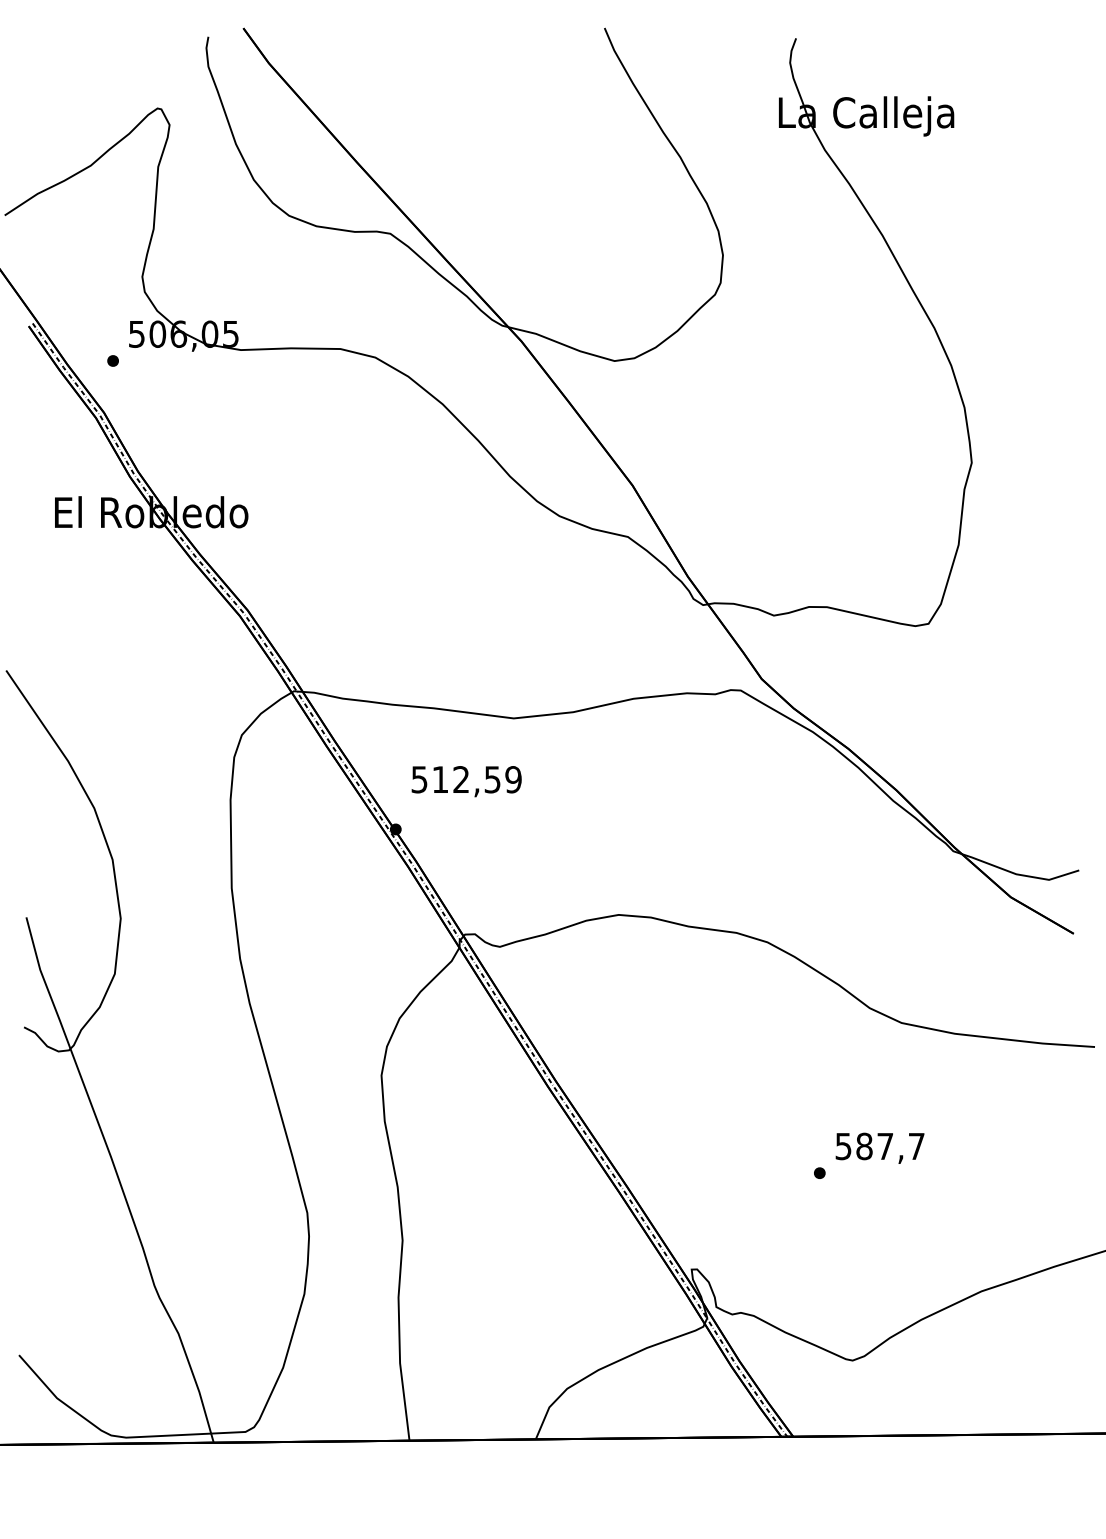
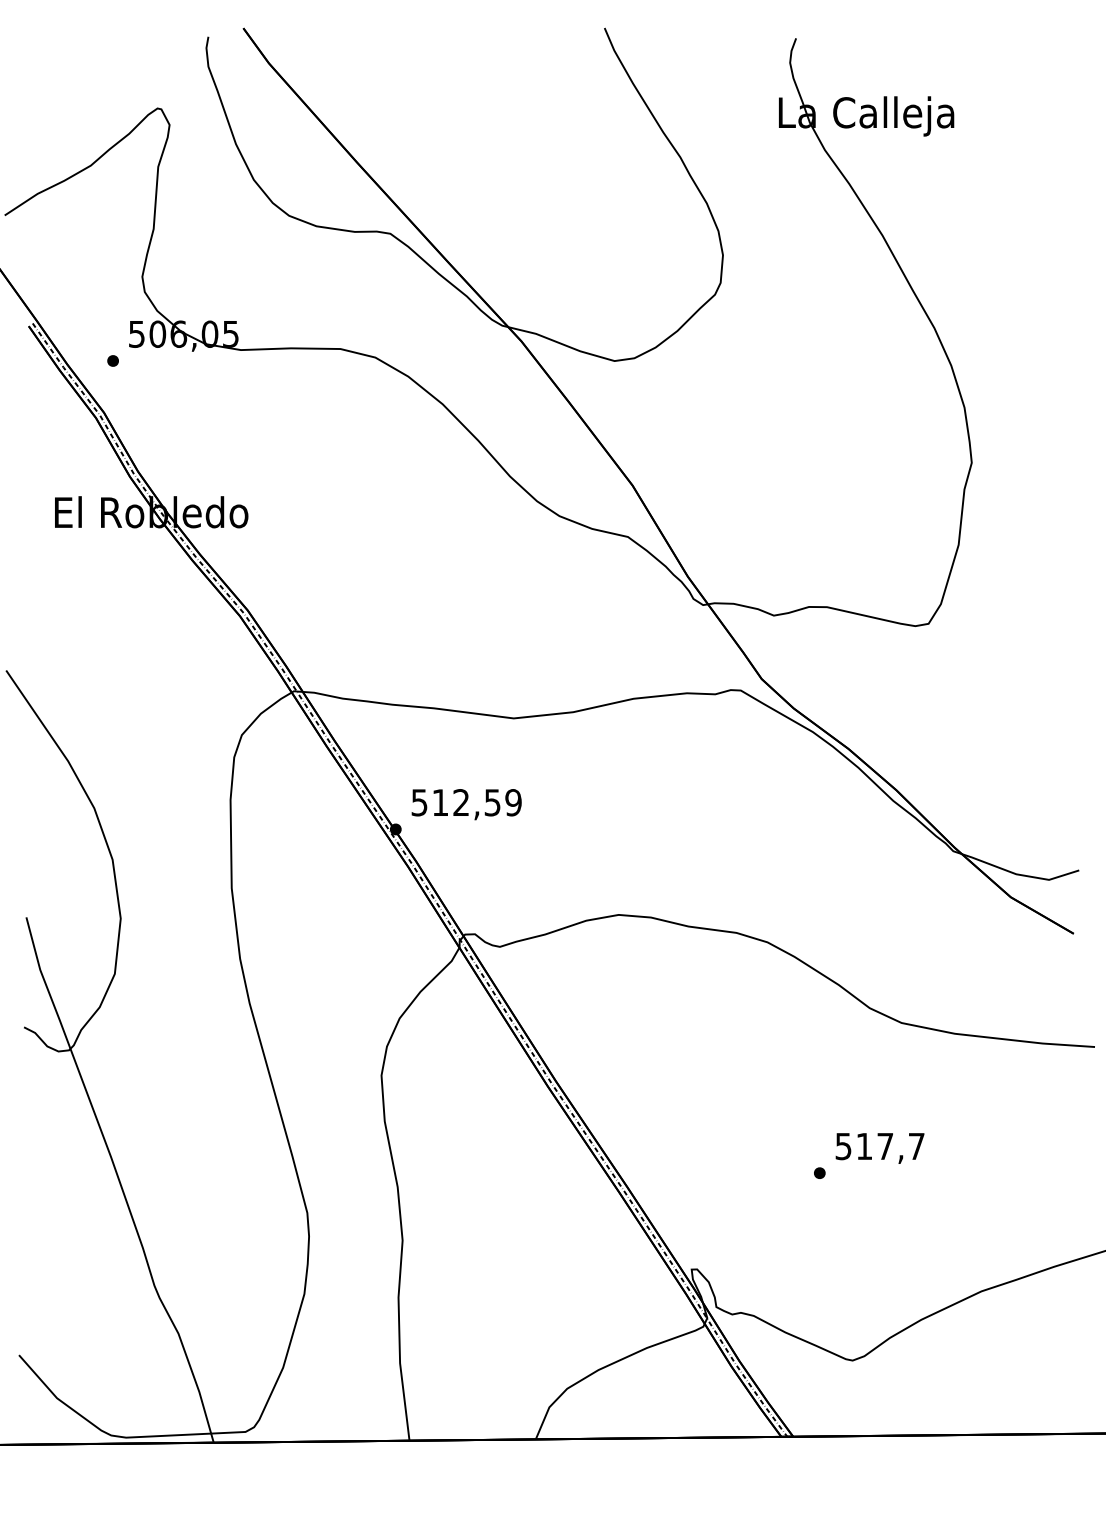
text at (466, 781) position: (466, 781) -> (466, 804)
text at (864, 1146): 587,7 -> 517,7
